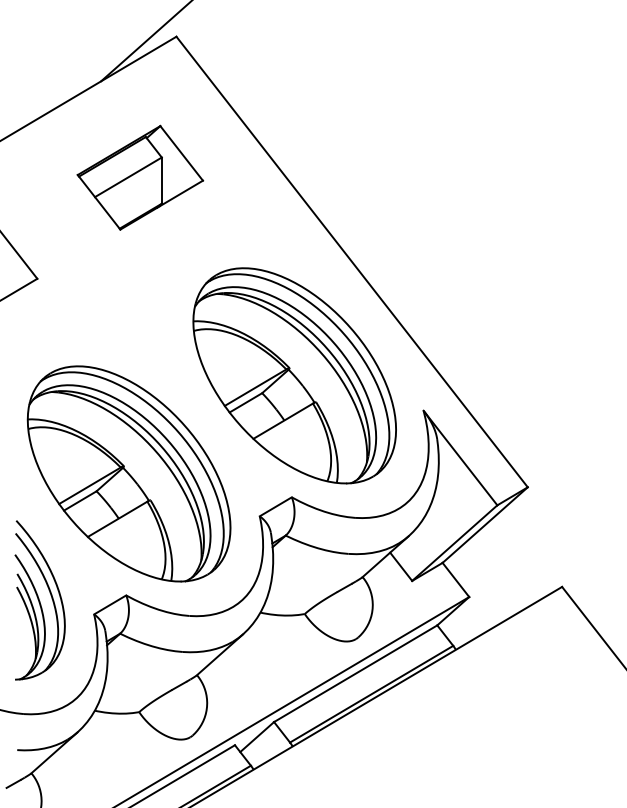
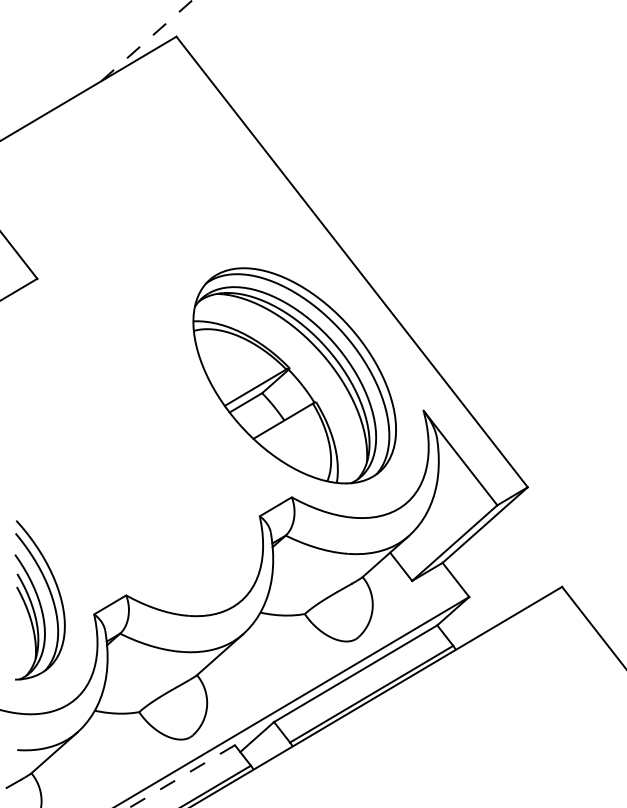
line at (147, 40): solid -> dashed
part at (140, 177): present -> none
part at (128, 473): present -> none
line at (181, 776): solid -> dashed
